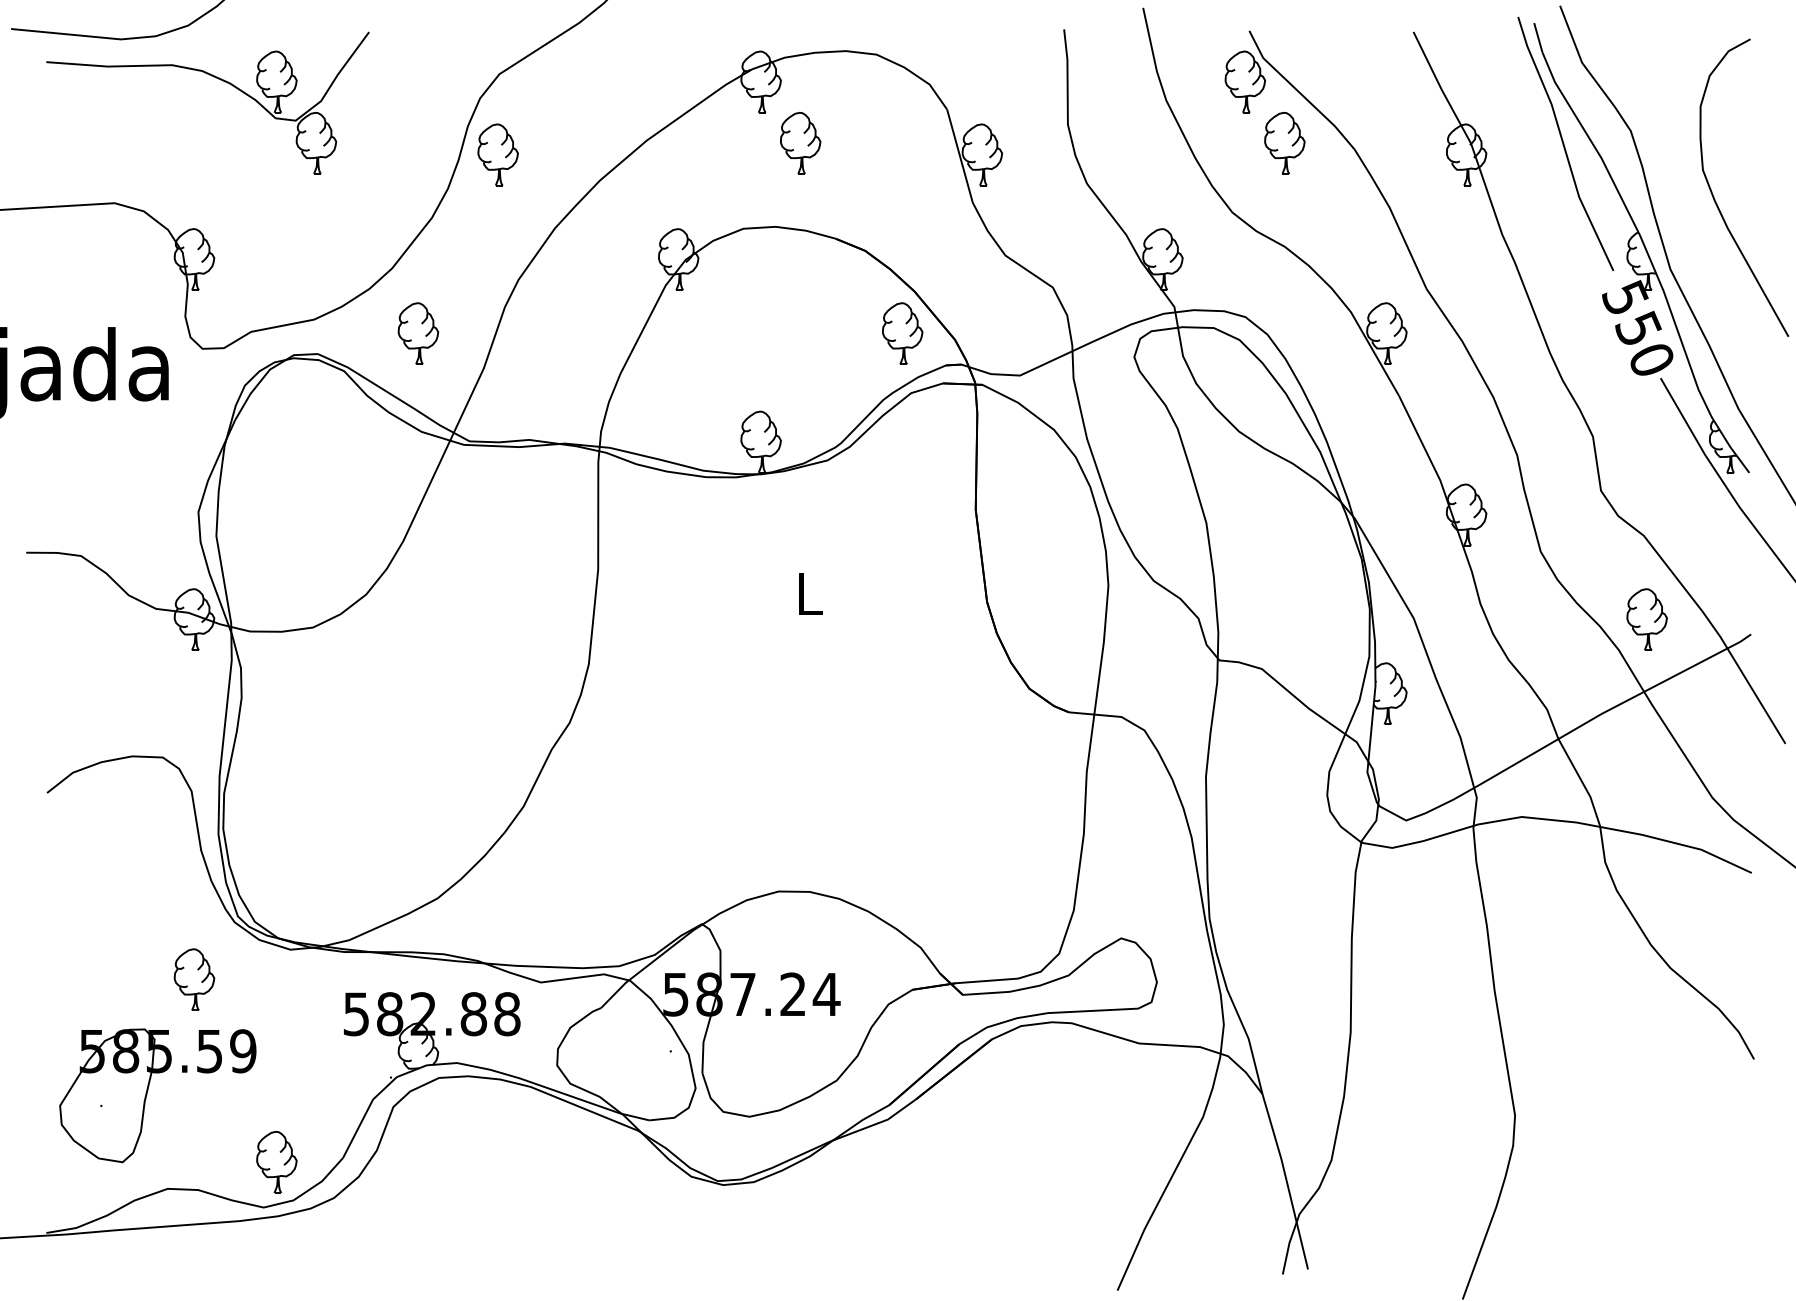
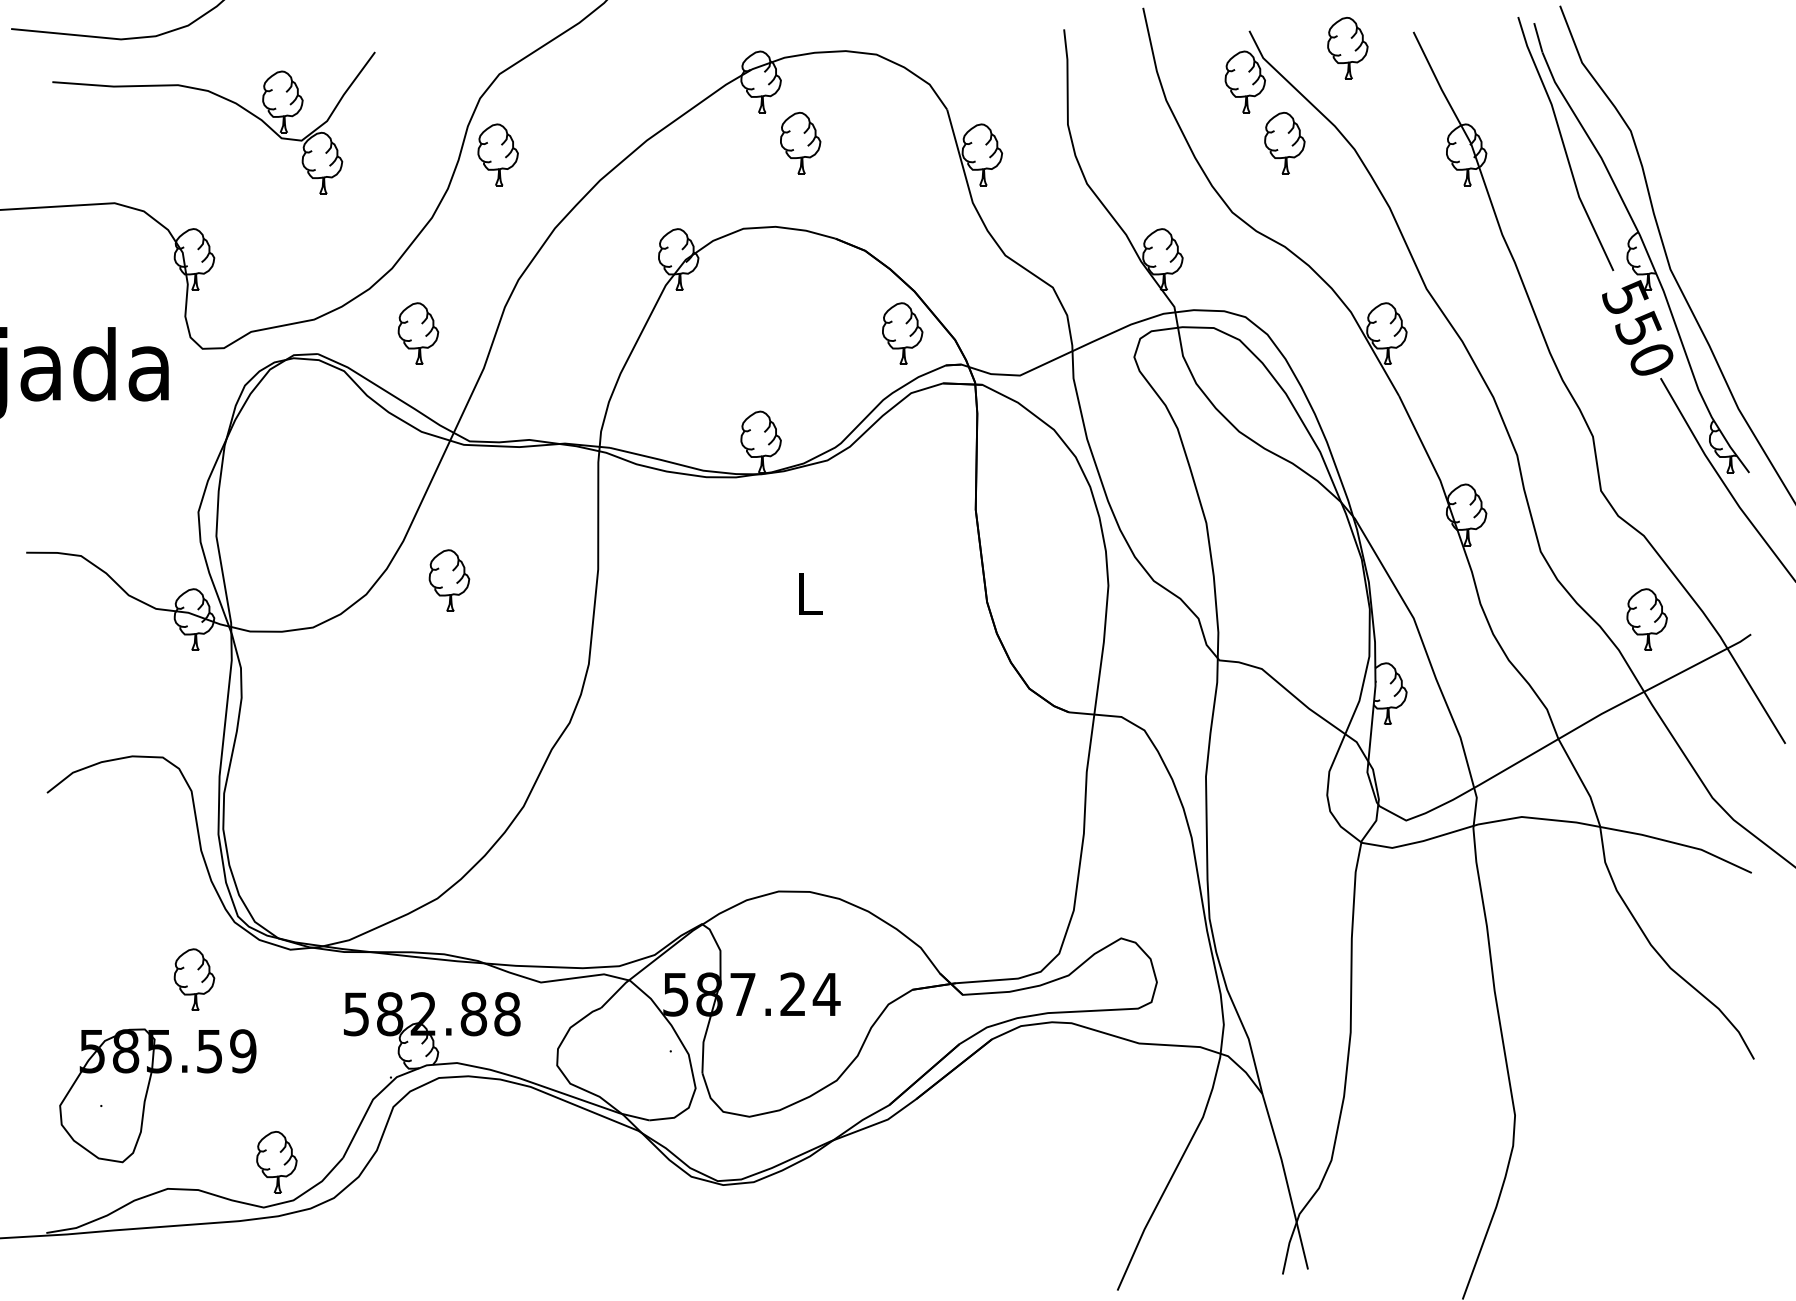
part at (1347, 48): none -> present
part at (218, 79) position: (218, 79) -> (224, 99)
curve at (1716, 201): present -> none
part at (449, 580): none -> present
